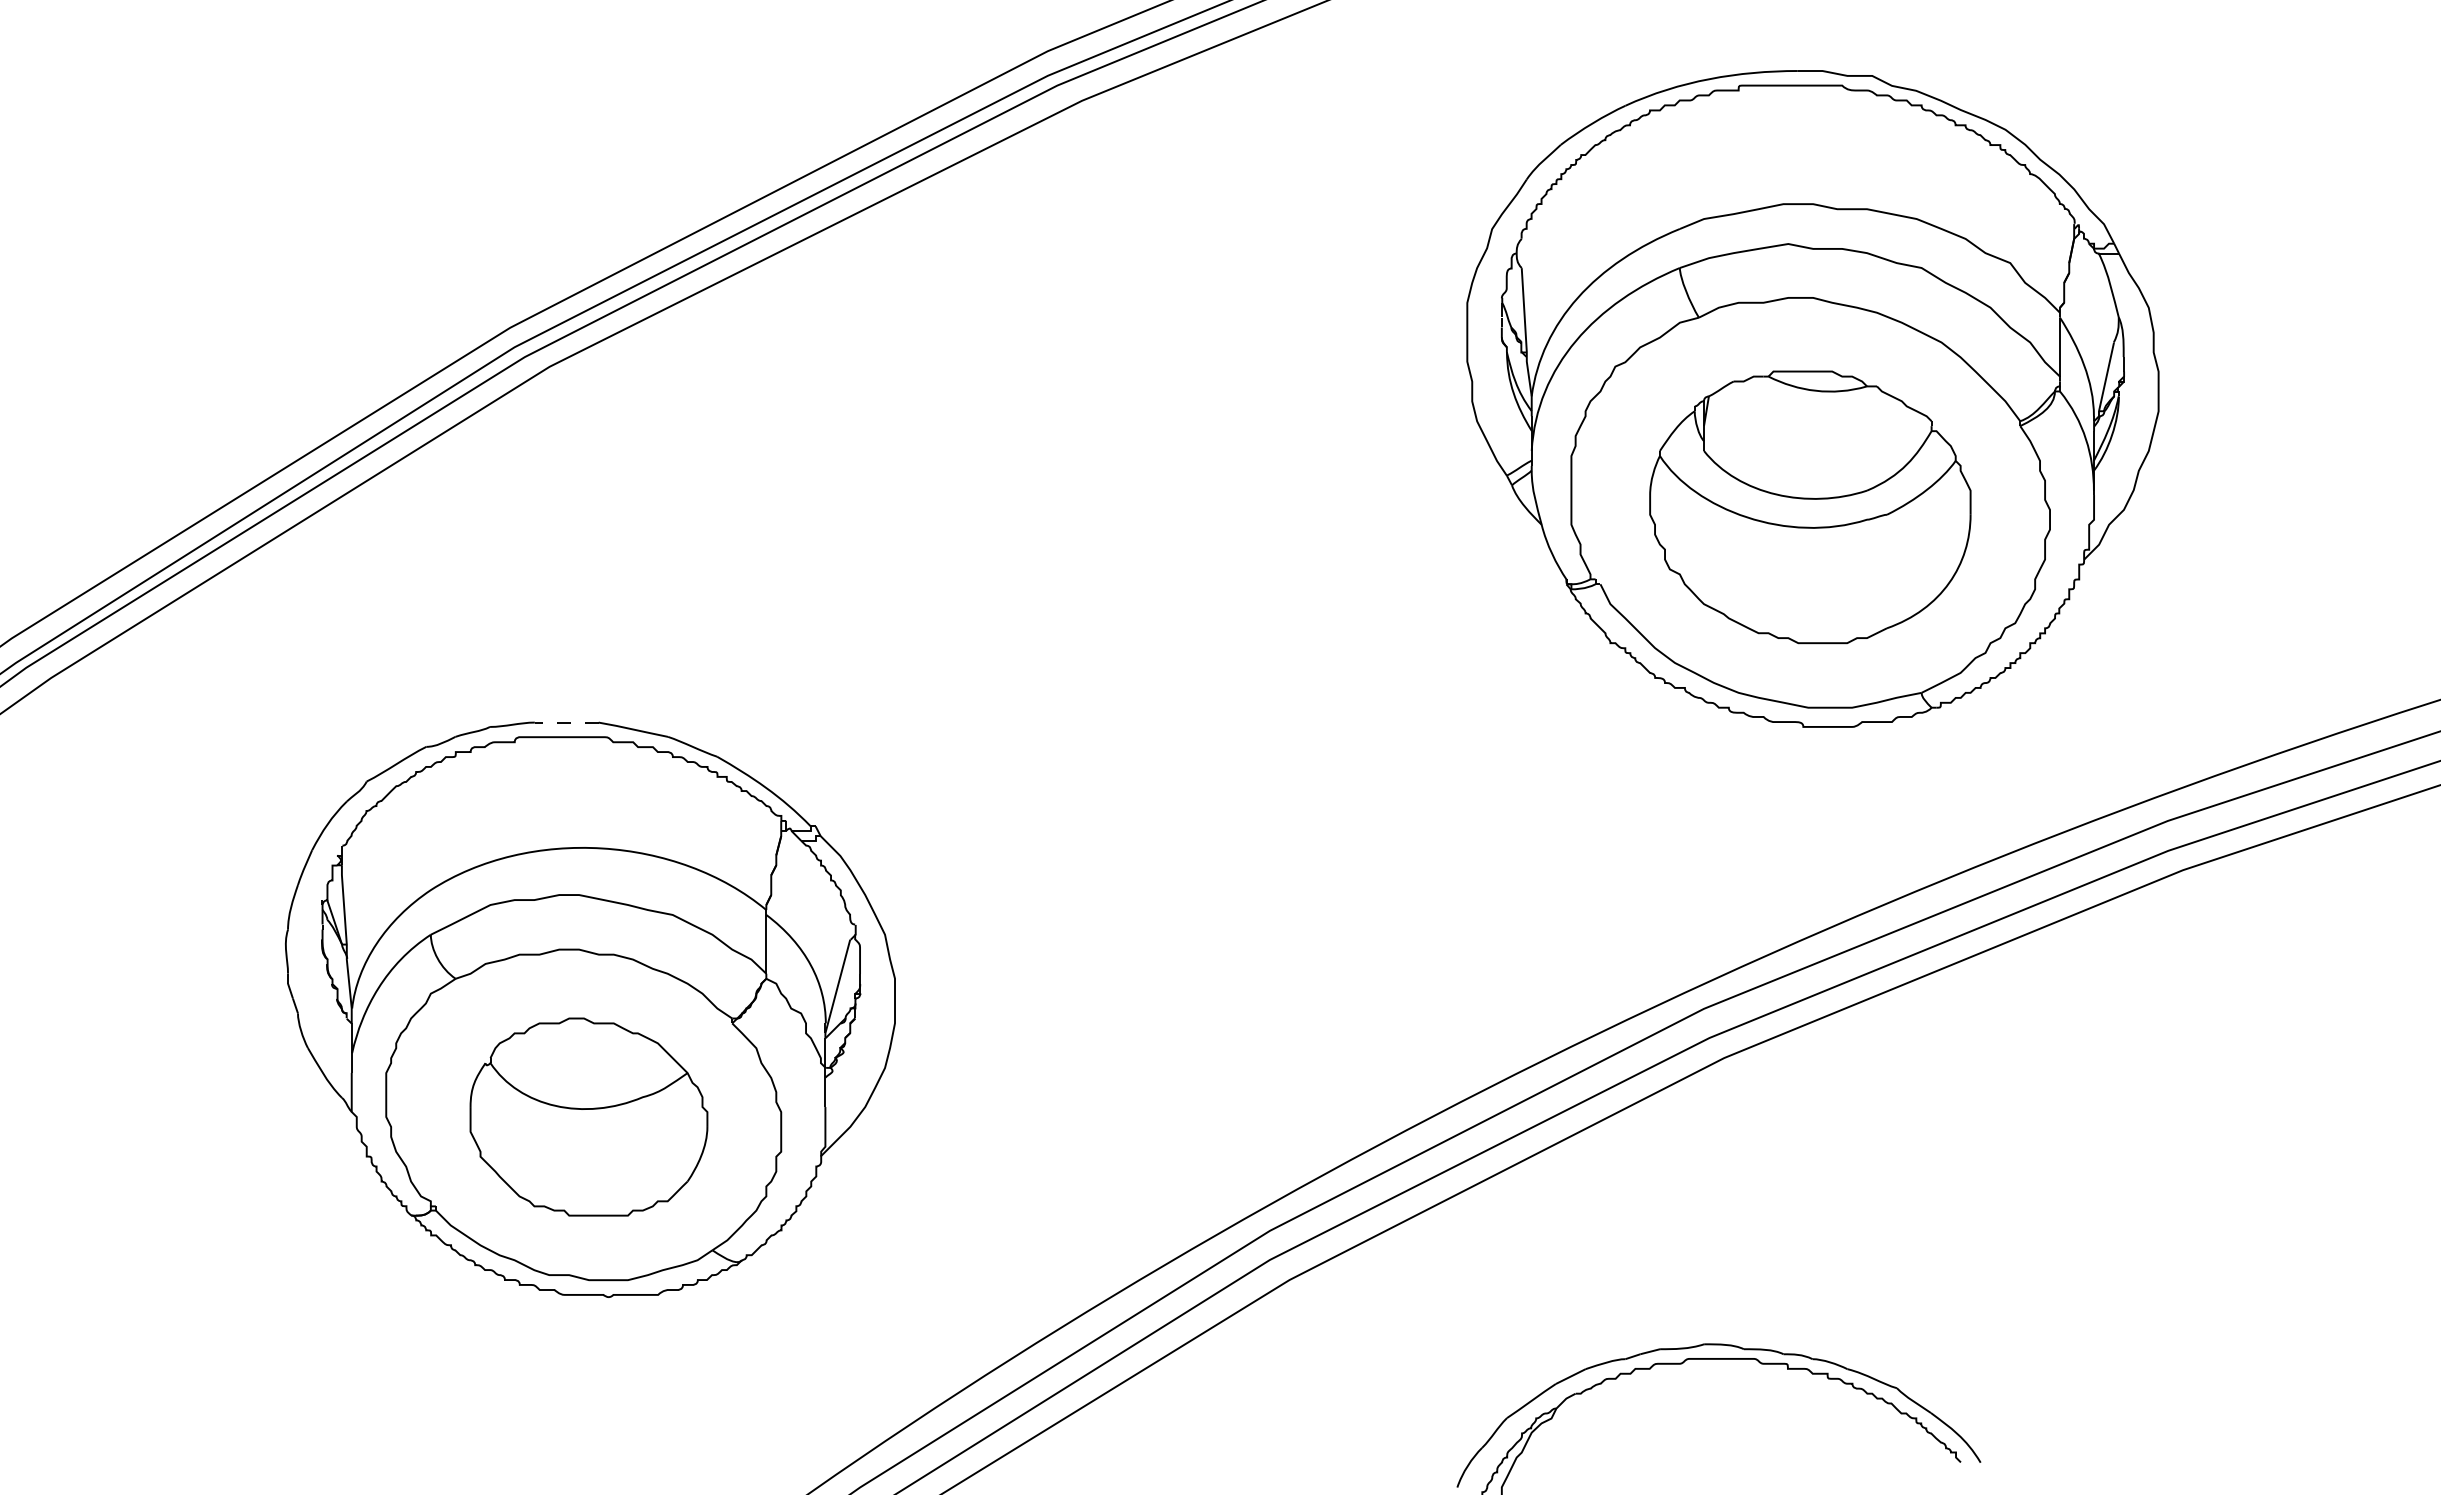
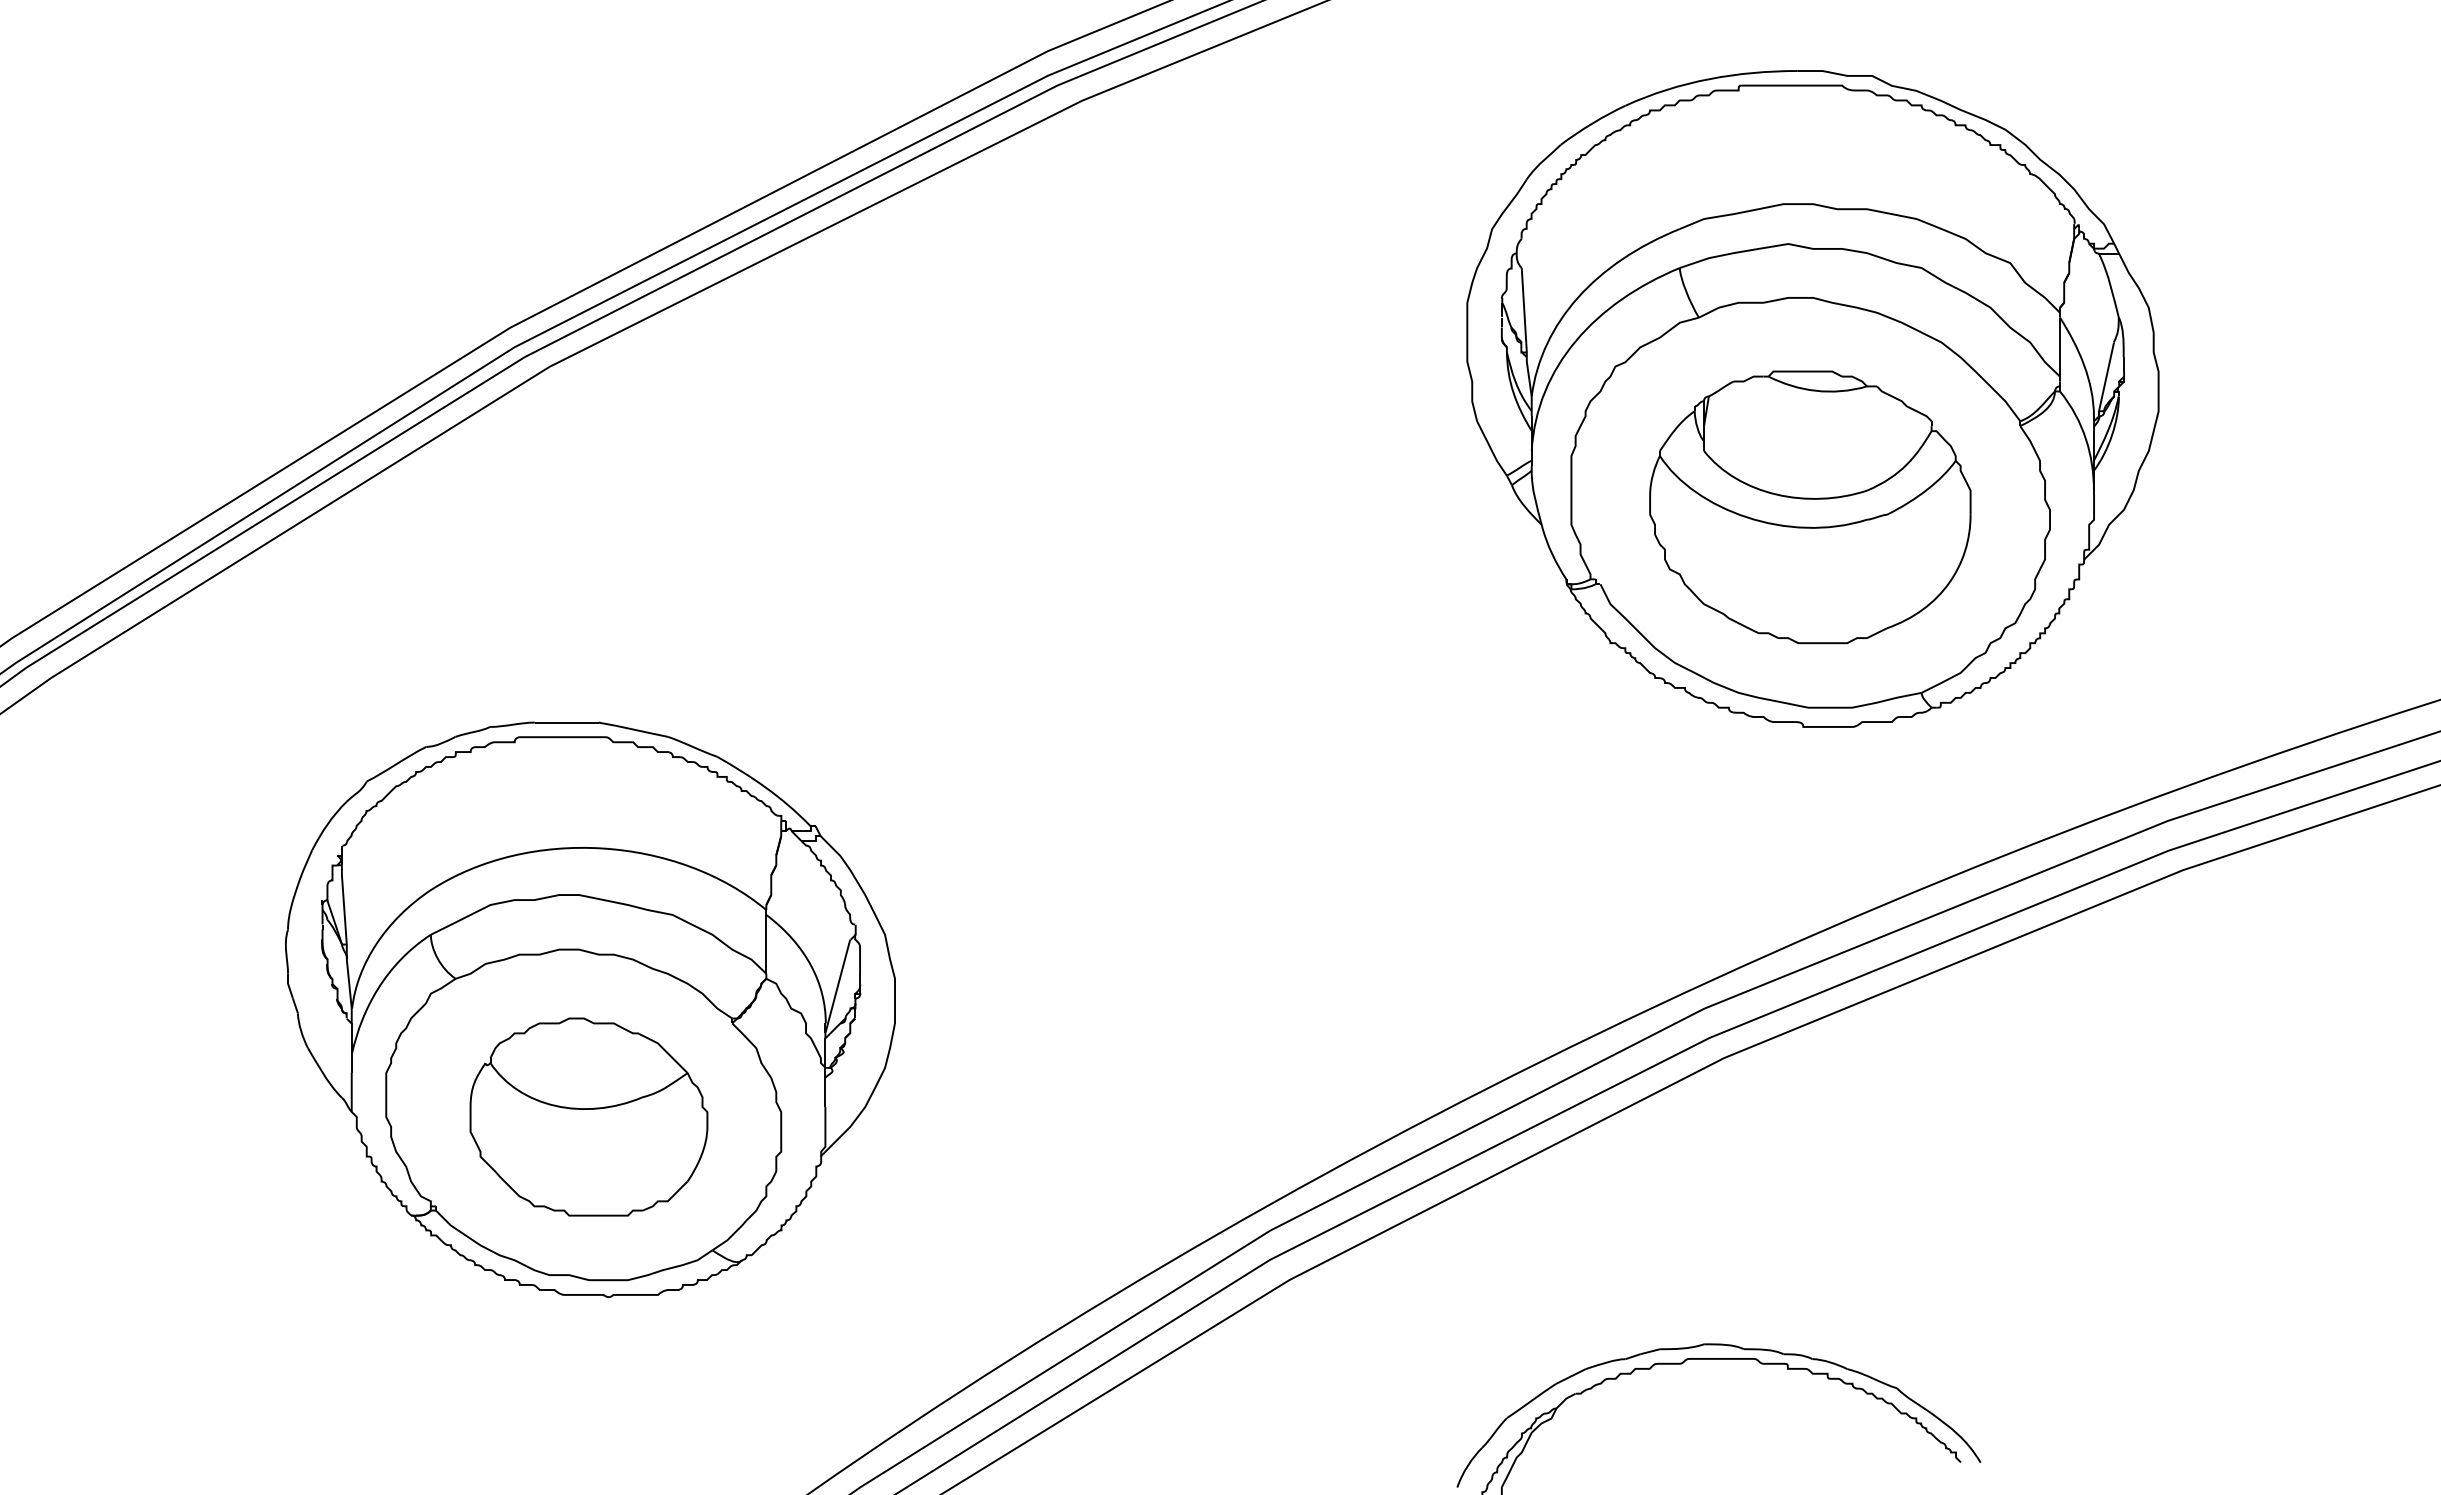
line at (566, 722): dashed -> solid
